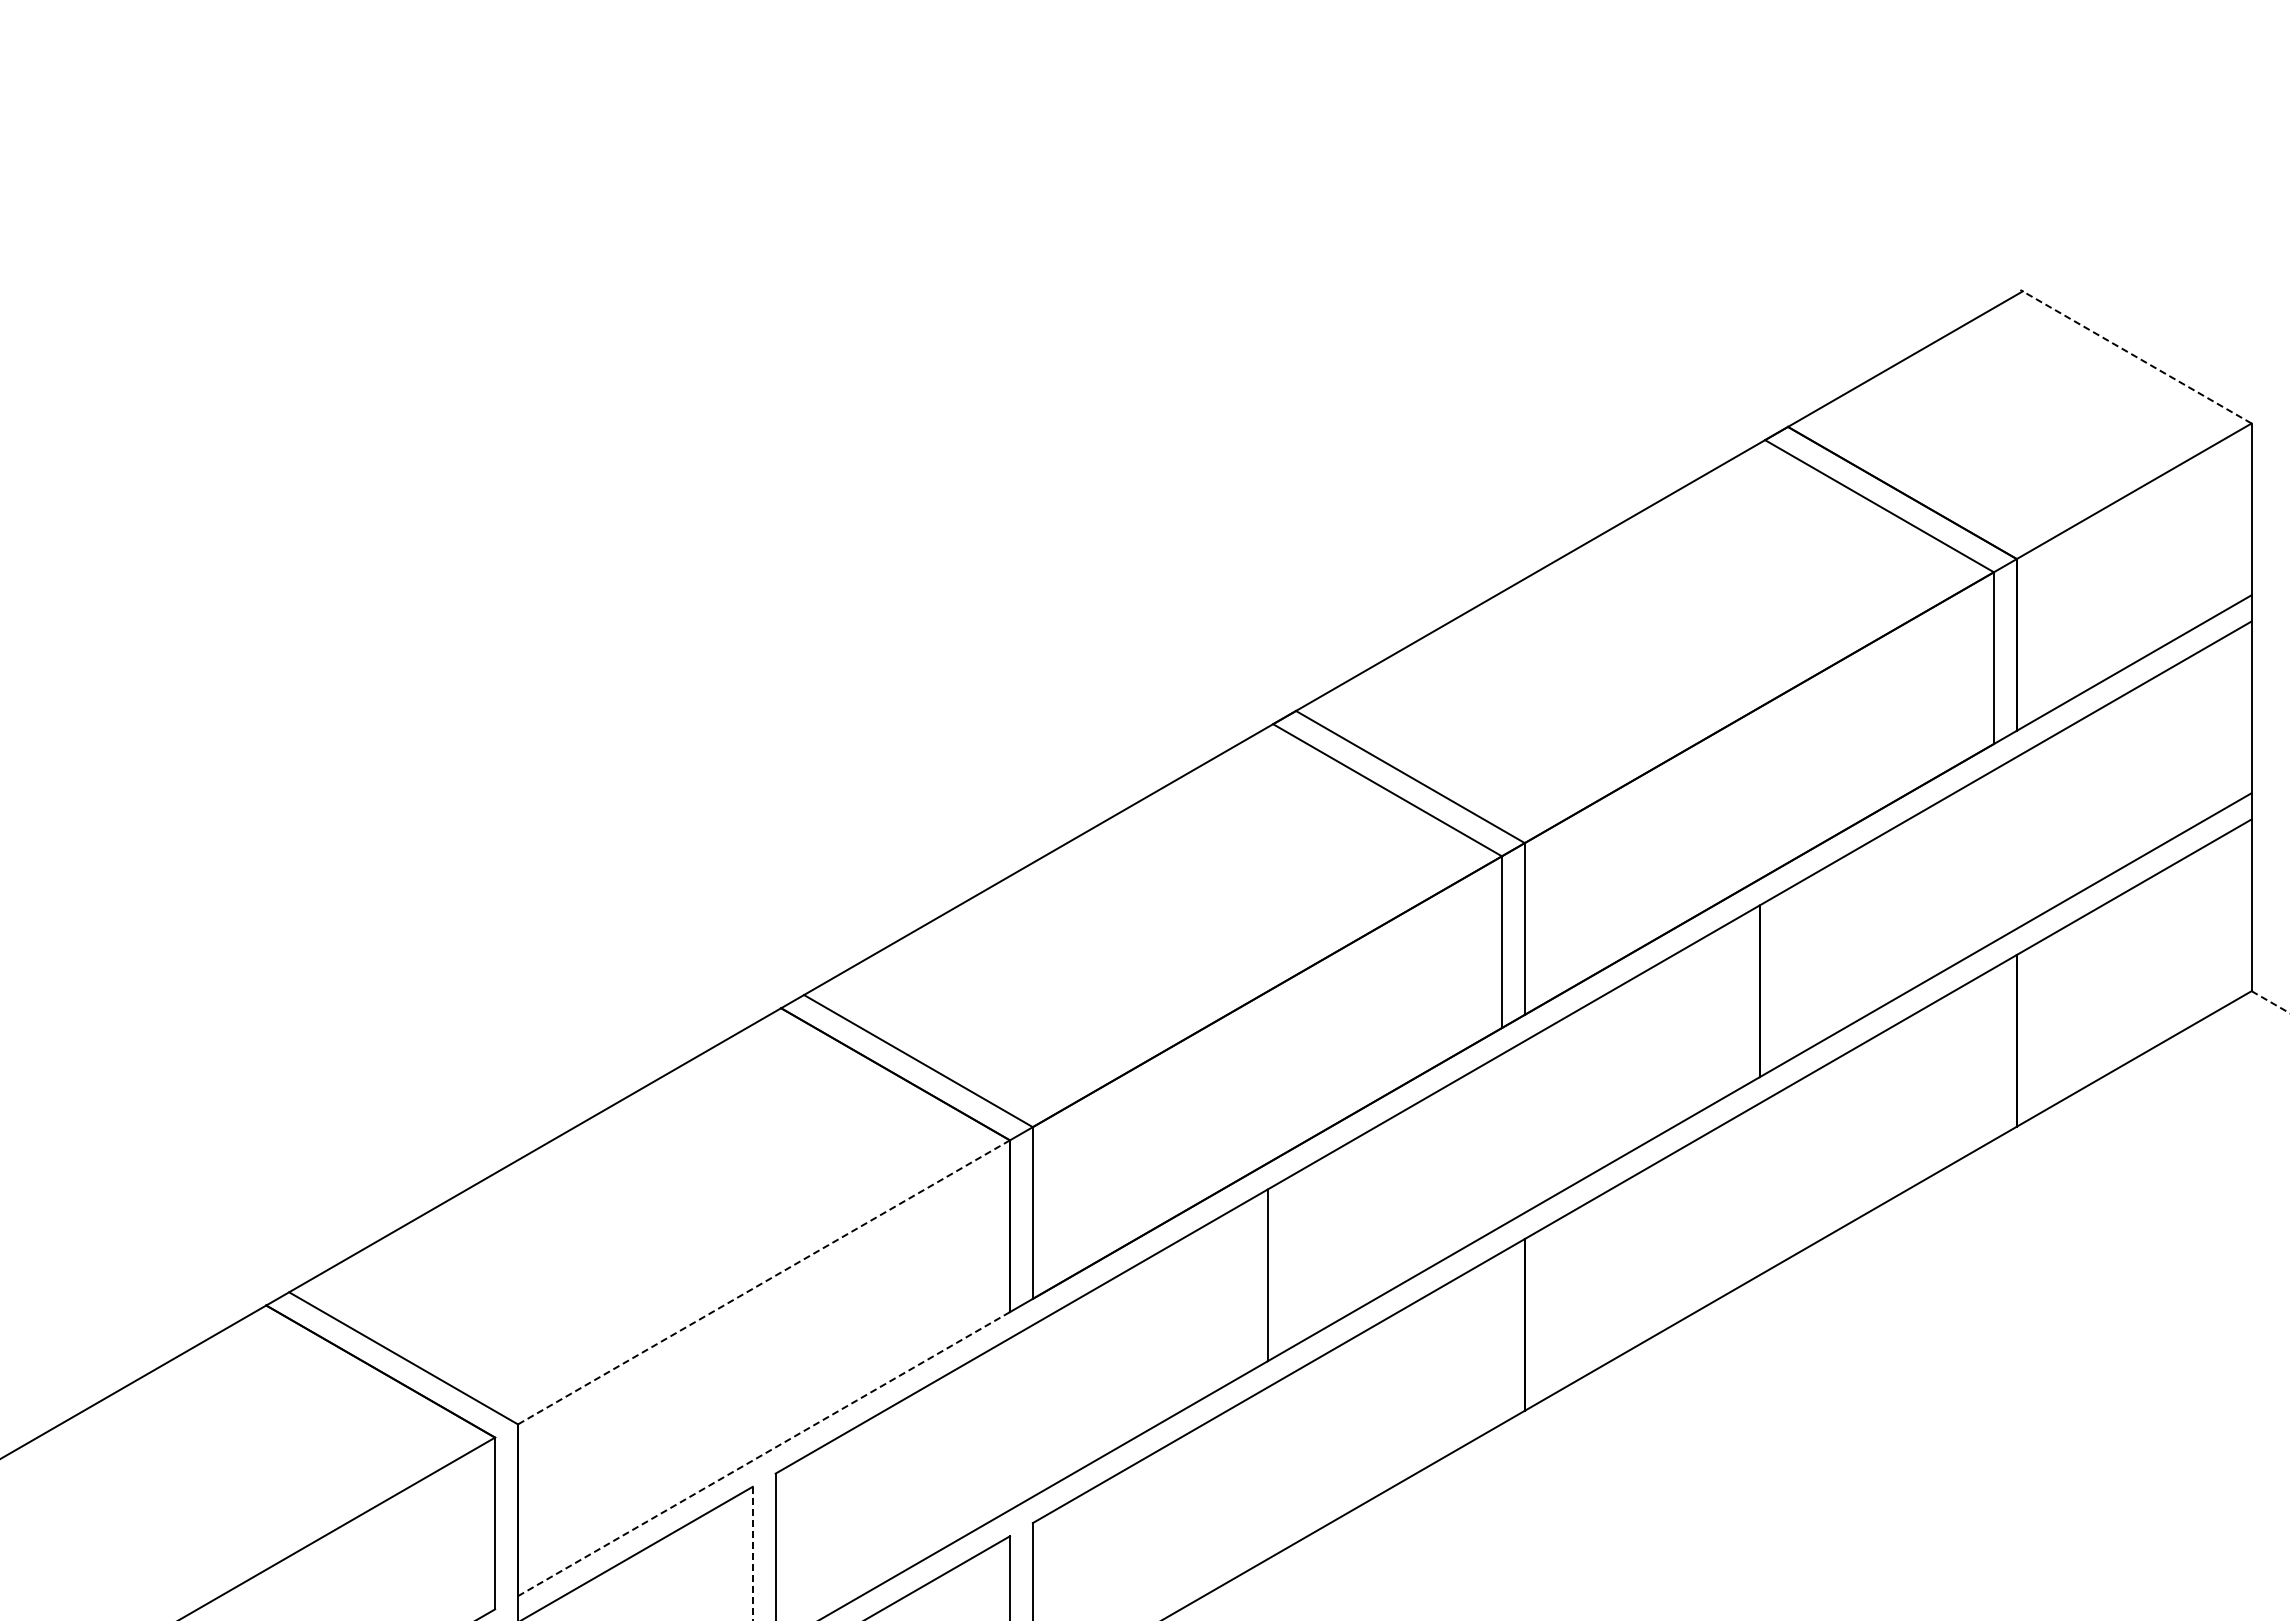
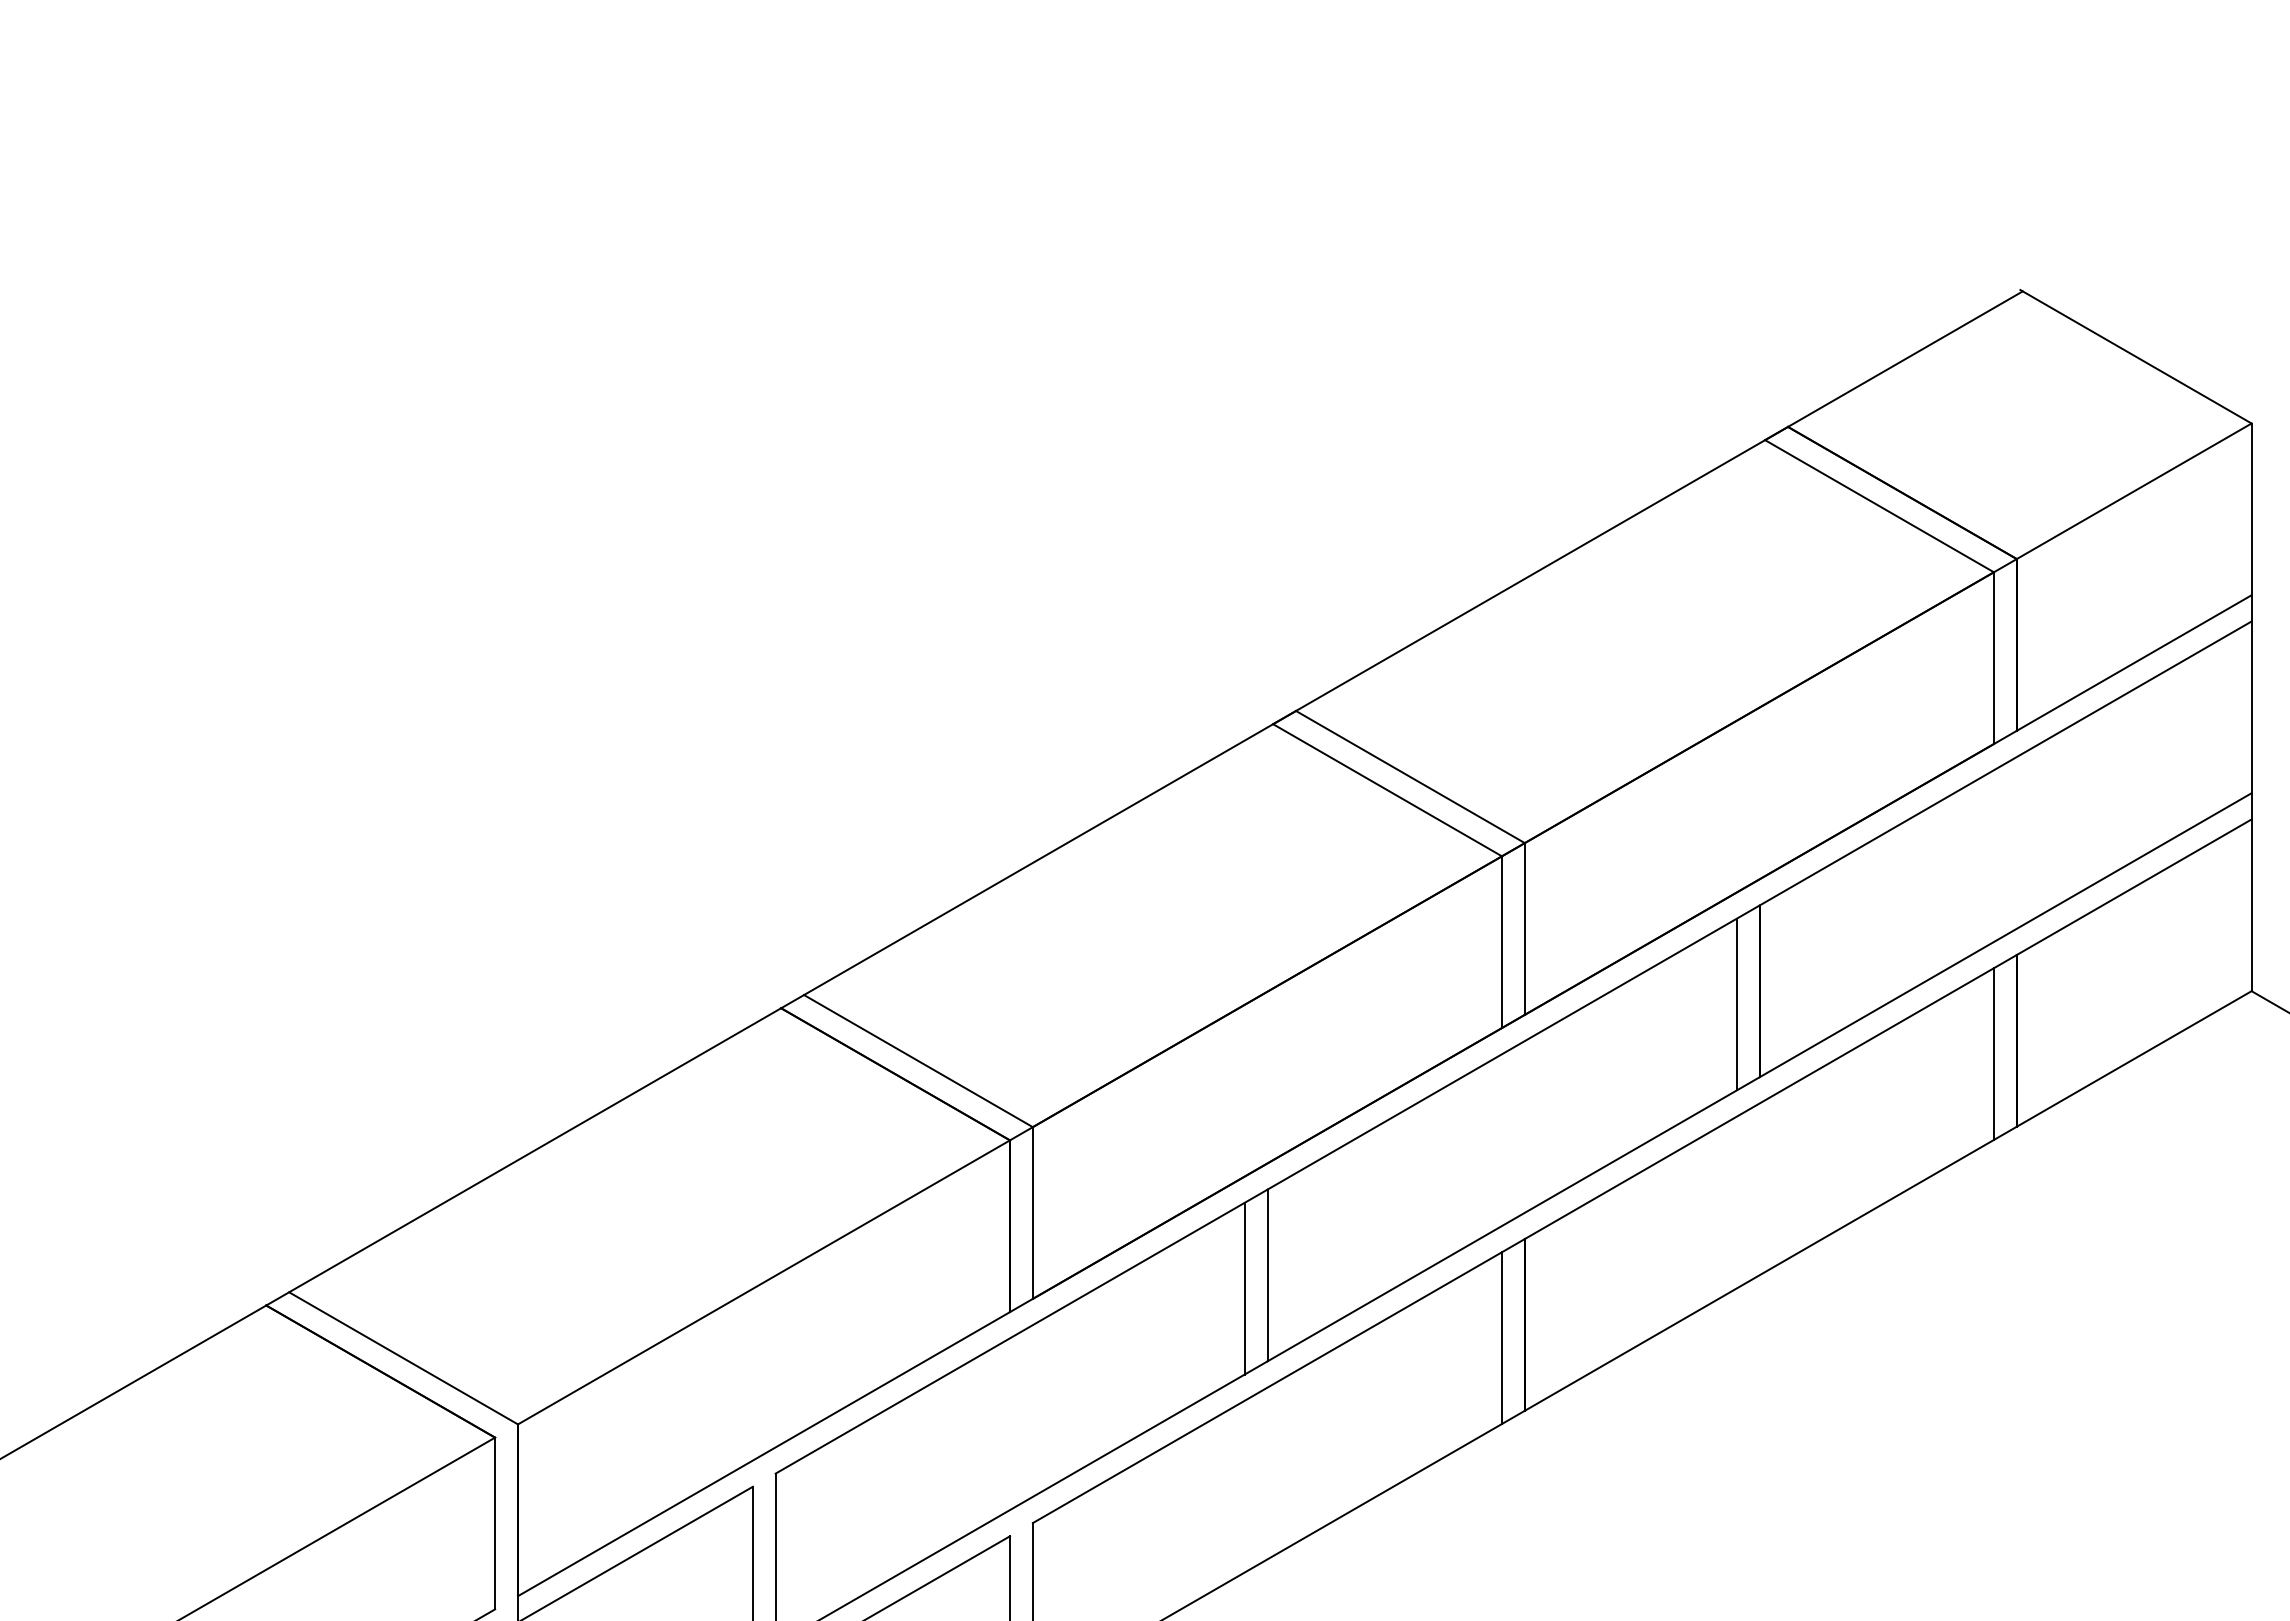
line at (2135, 356): dashed -> solid
line at (2270, 1002): dashed -> solid
line at (1736, 1004): none -> present
line at (1993, 1053): none -> present
line at (763, 1282): dashed -> solid
line at (1244, 1288): none -> present
line at (1501, 1338): none -> present
line at (764, 1453): dashed -> solid
line at (752, 1553): dashed -> solid
